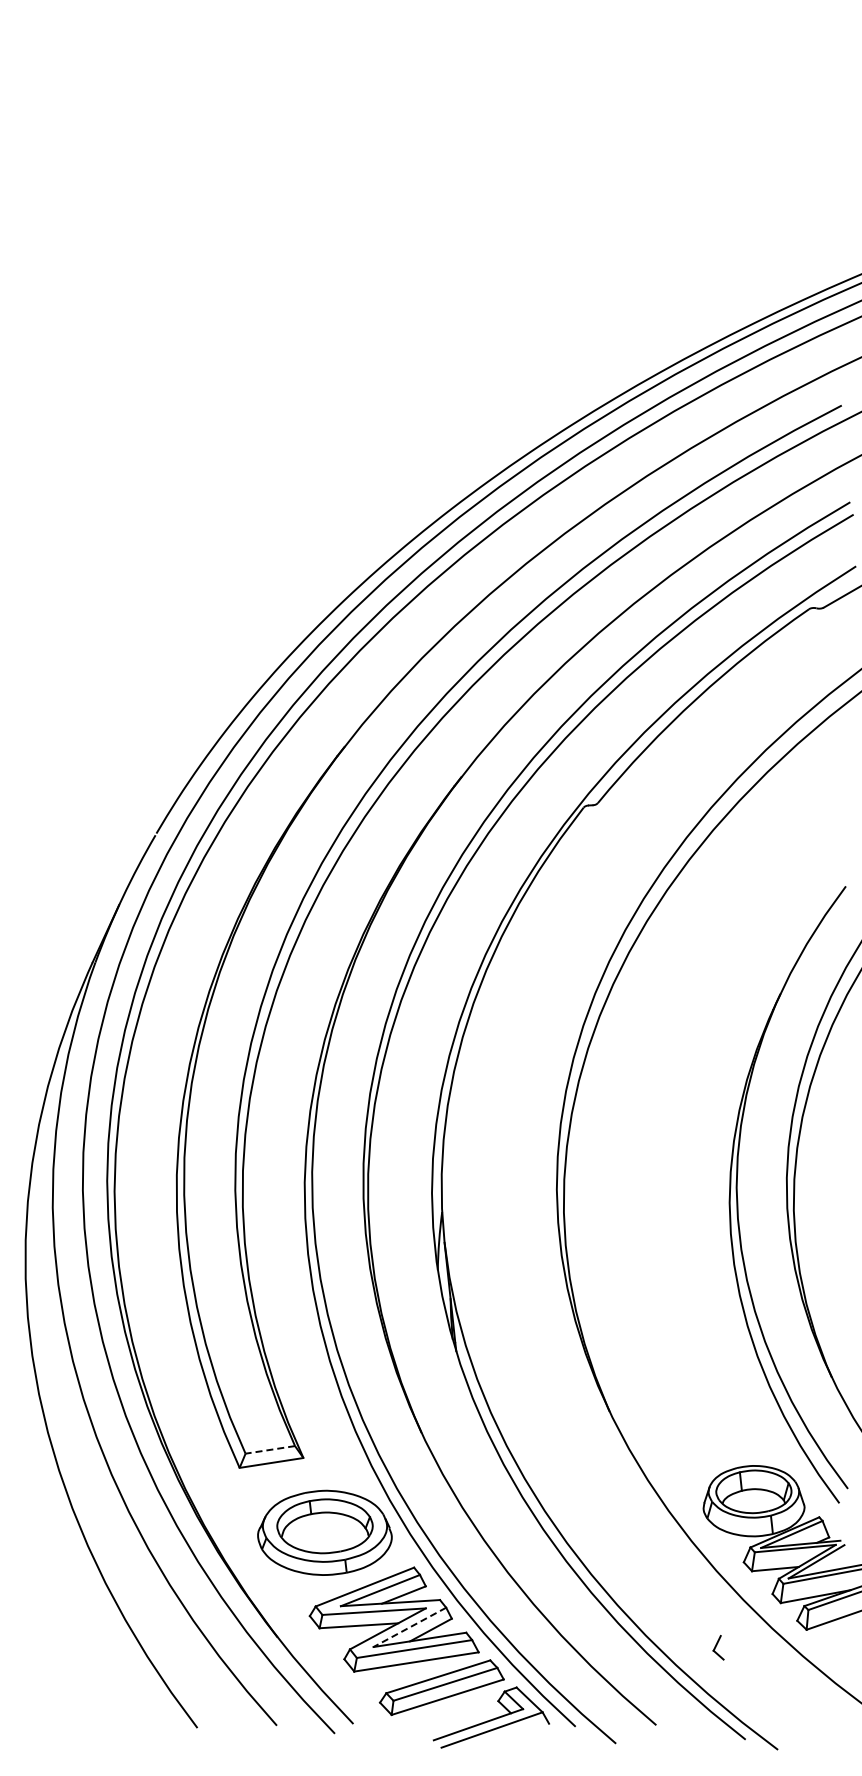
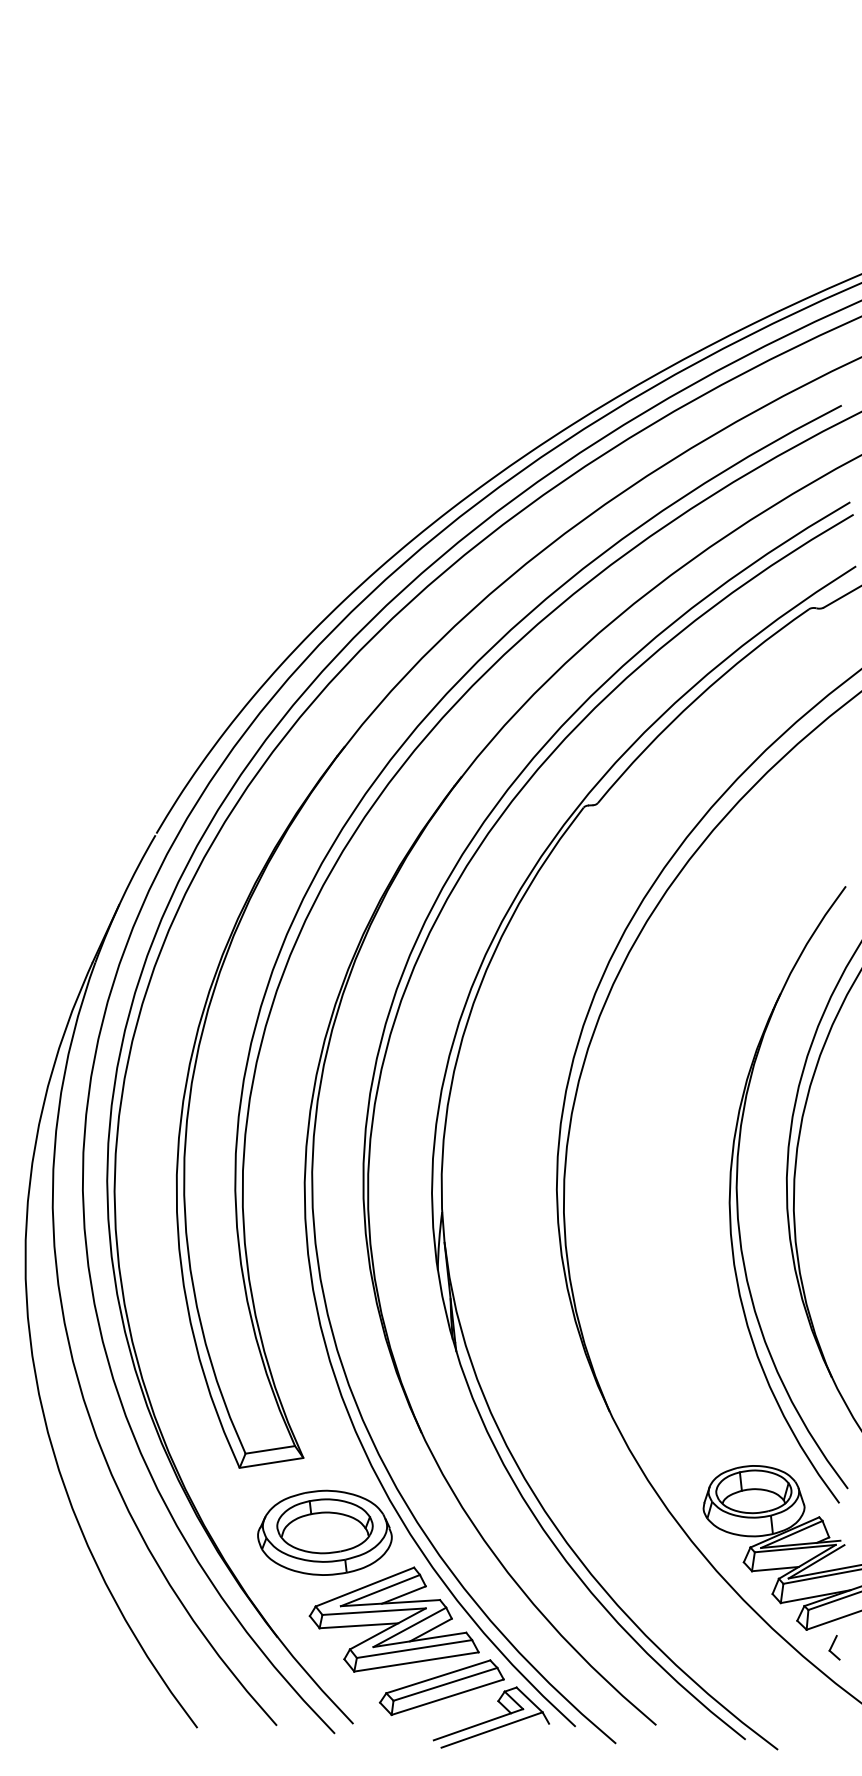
line at (269, 1449): dashed -> solid
line at (409, 1627): dashed -> solid
part at (718, 1647) position: (718, 1647) -> (834, 1647)
